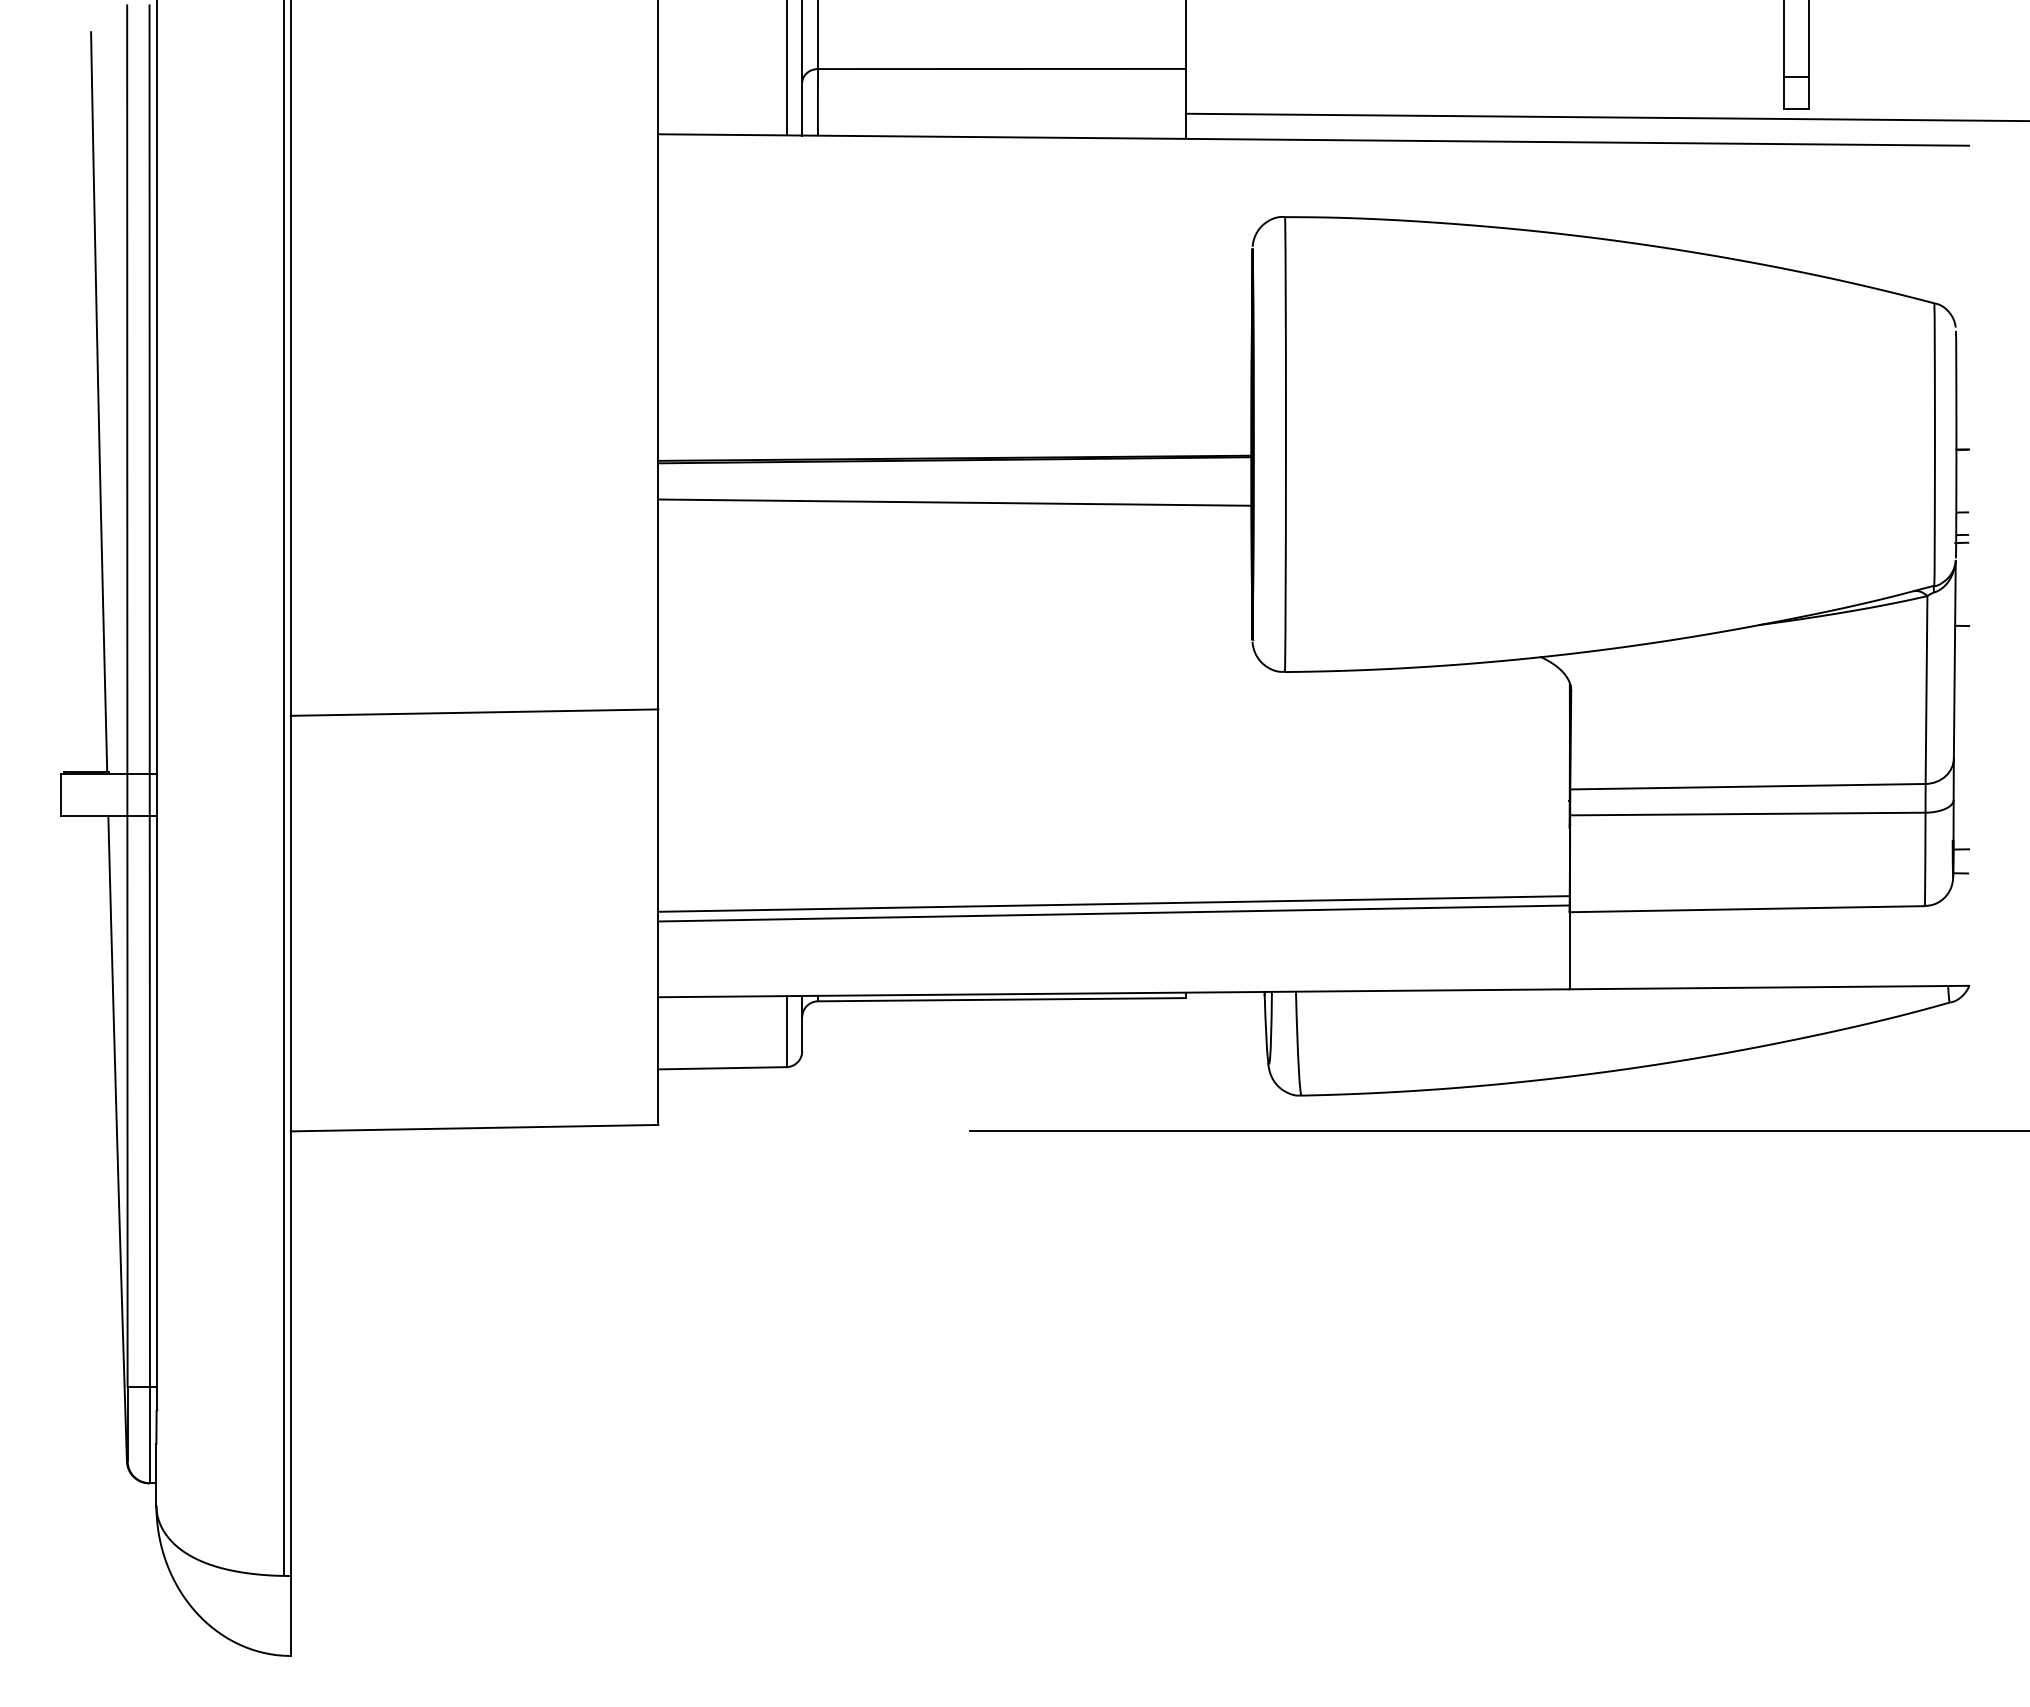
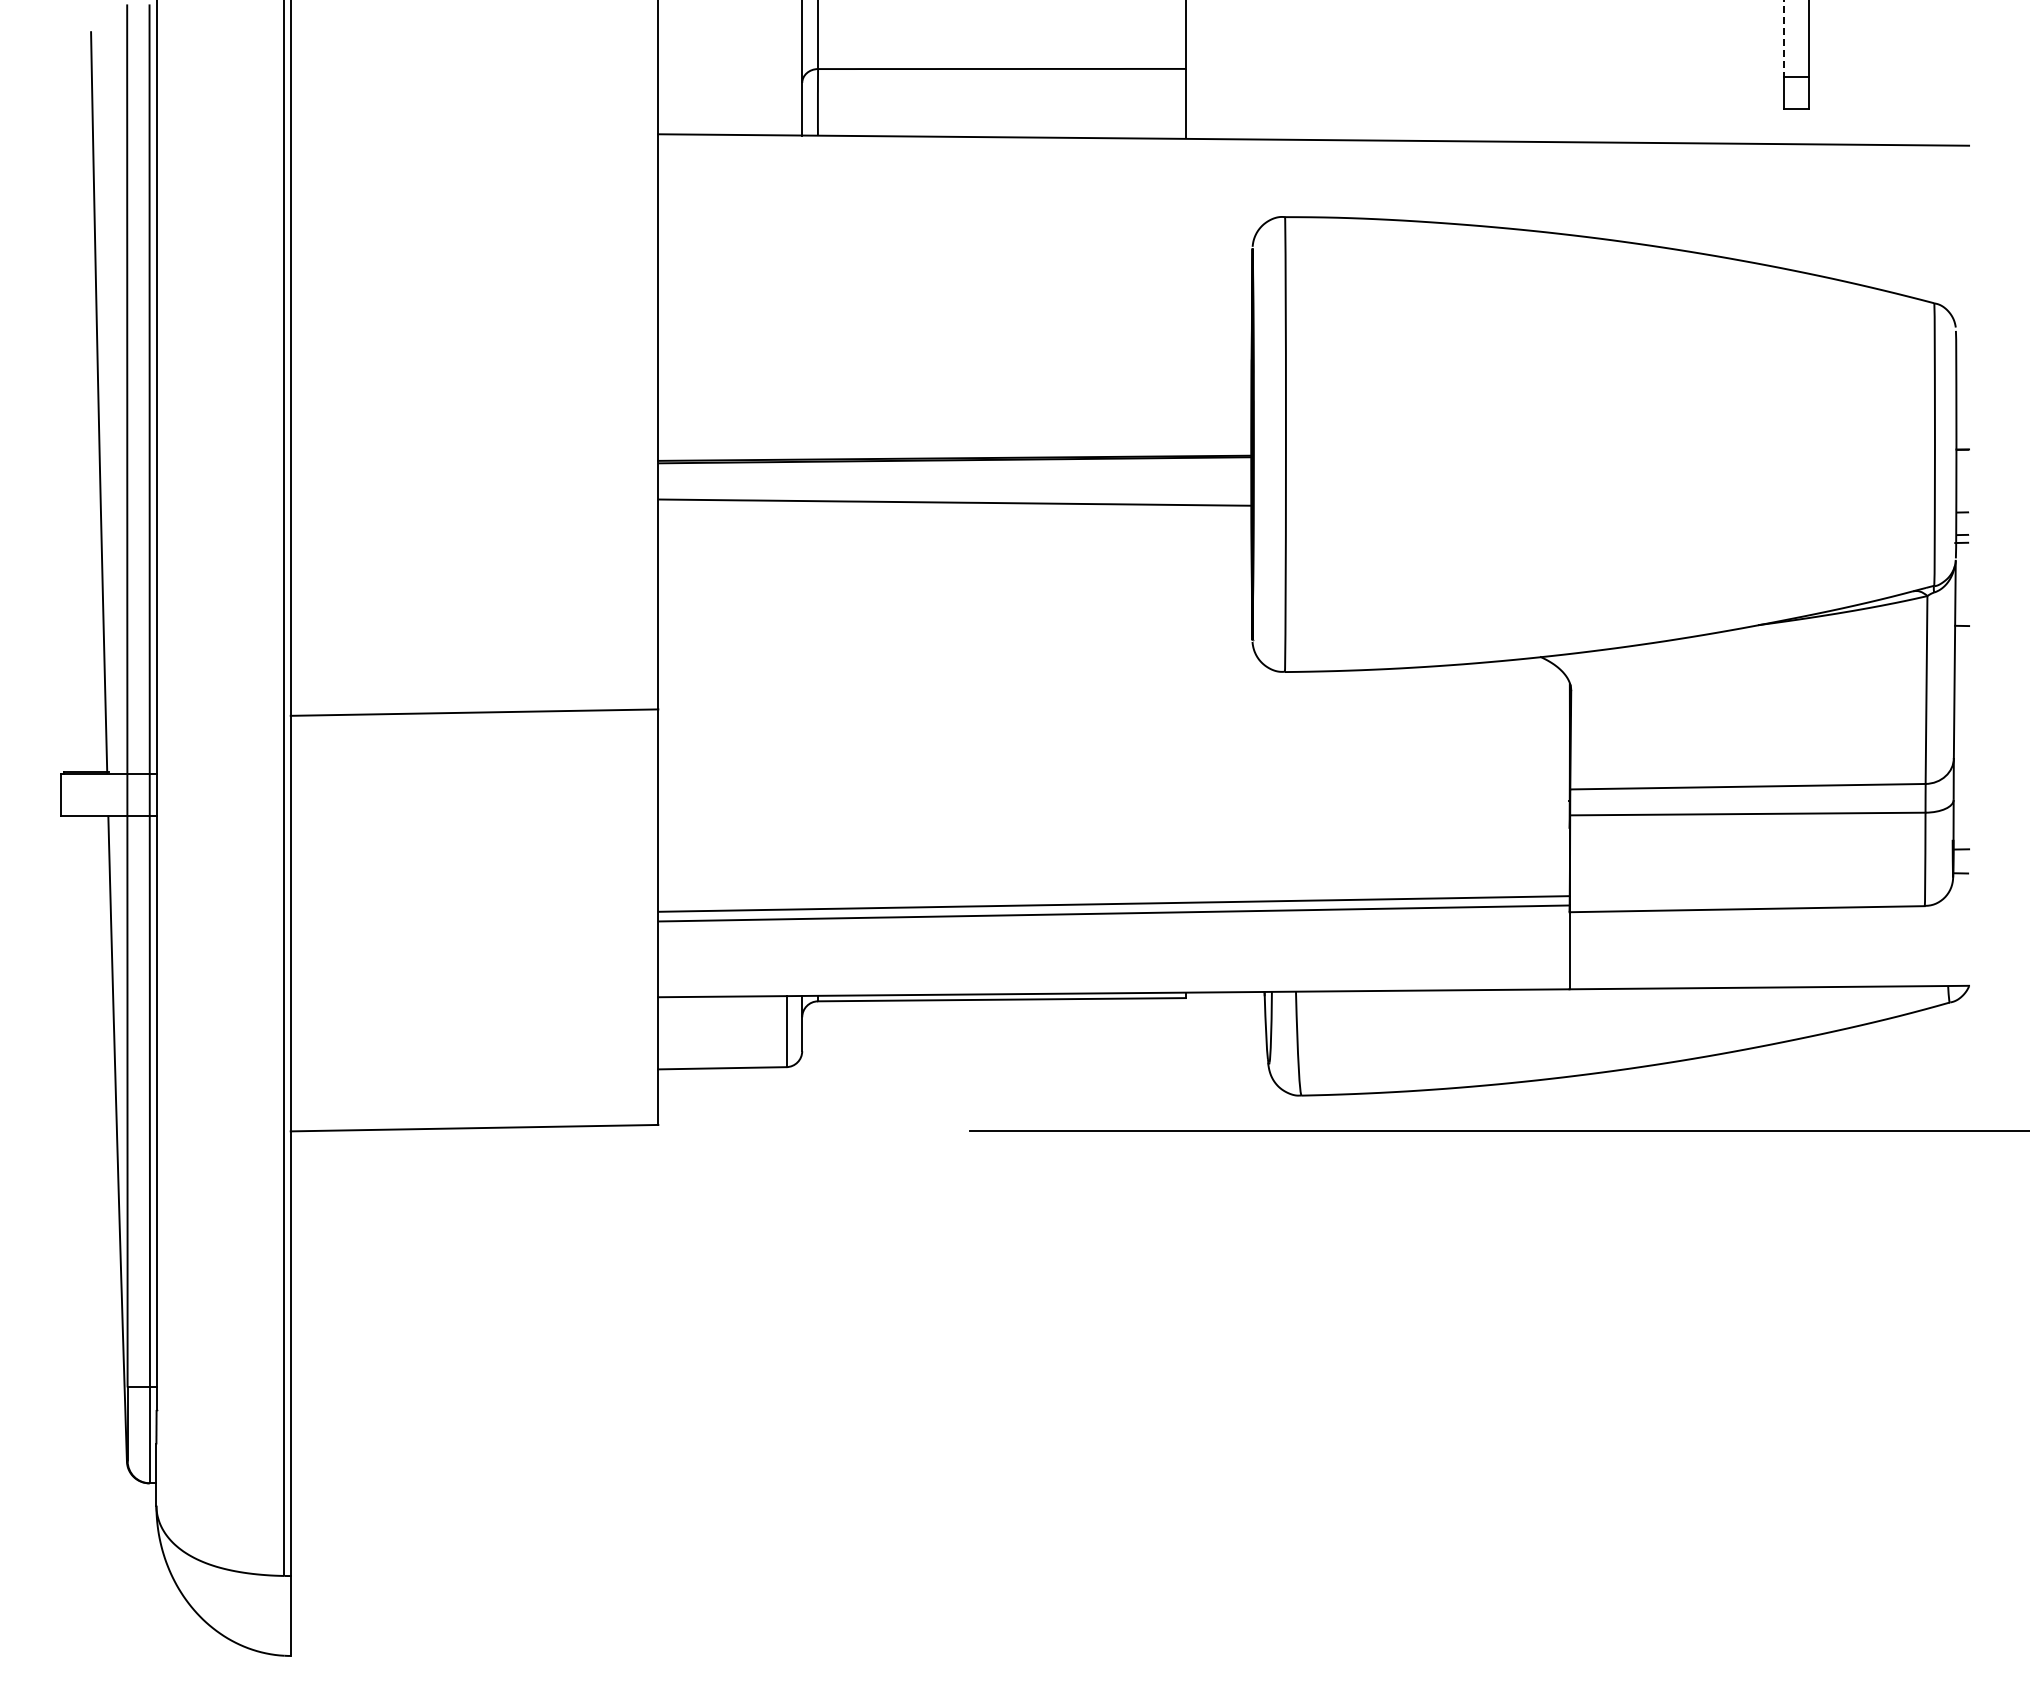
line at (1783, 38): solid -> dashed
line at (786, 68): present -> none
line at (1605, 117): present -> none
